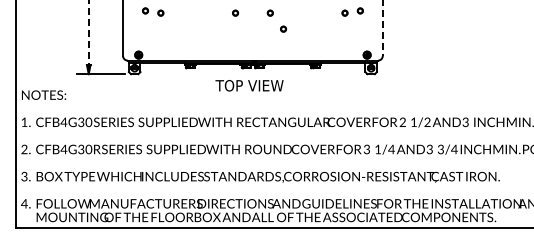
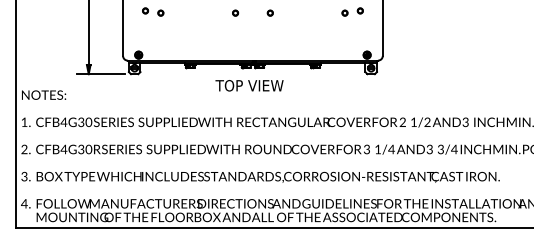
part at (283, 28): present -> none
line at (382, 28): dashed -> solid
line at (88, 33): dashed -> solid
